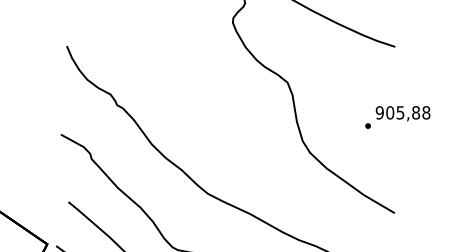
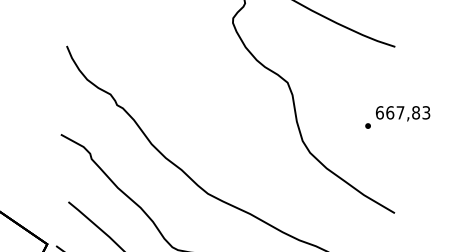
text at (402, 112): 905,88 -> 667,83
